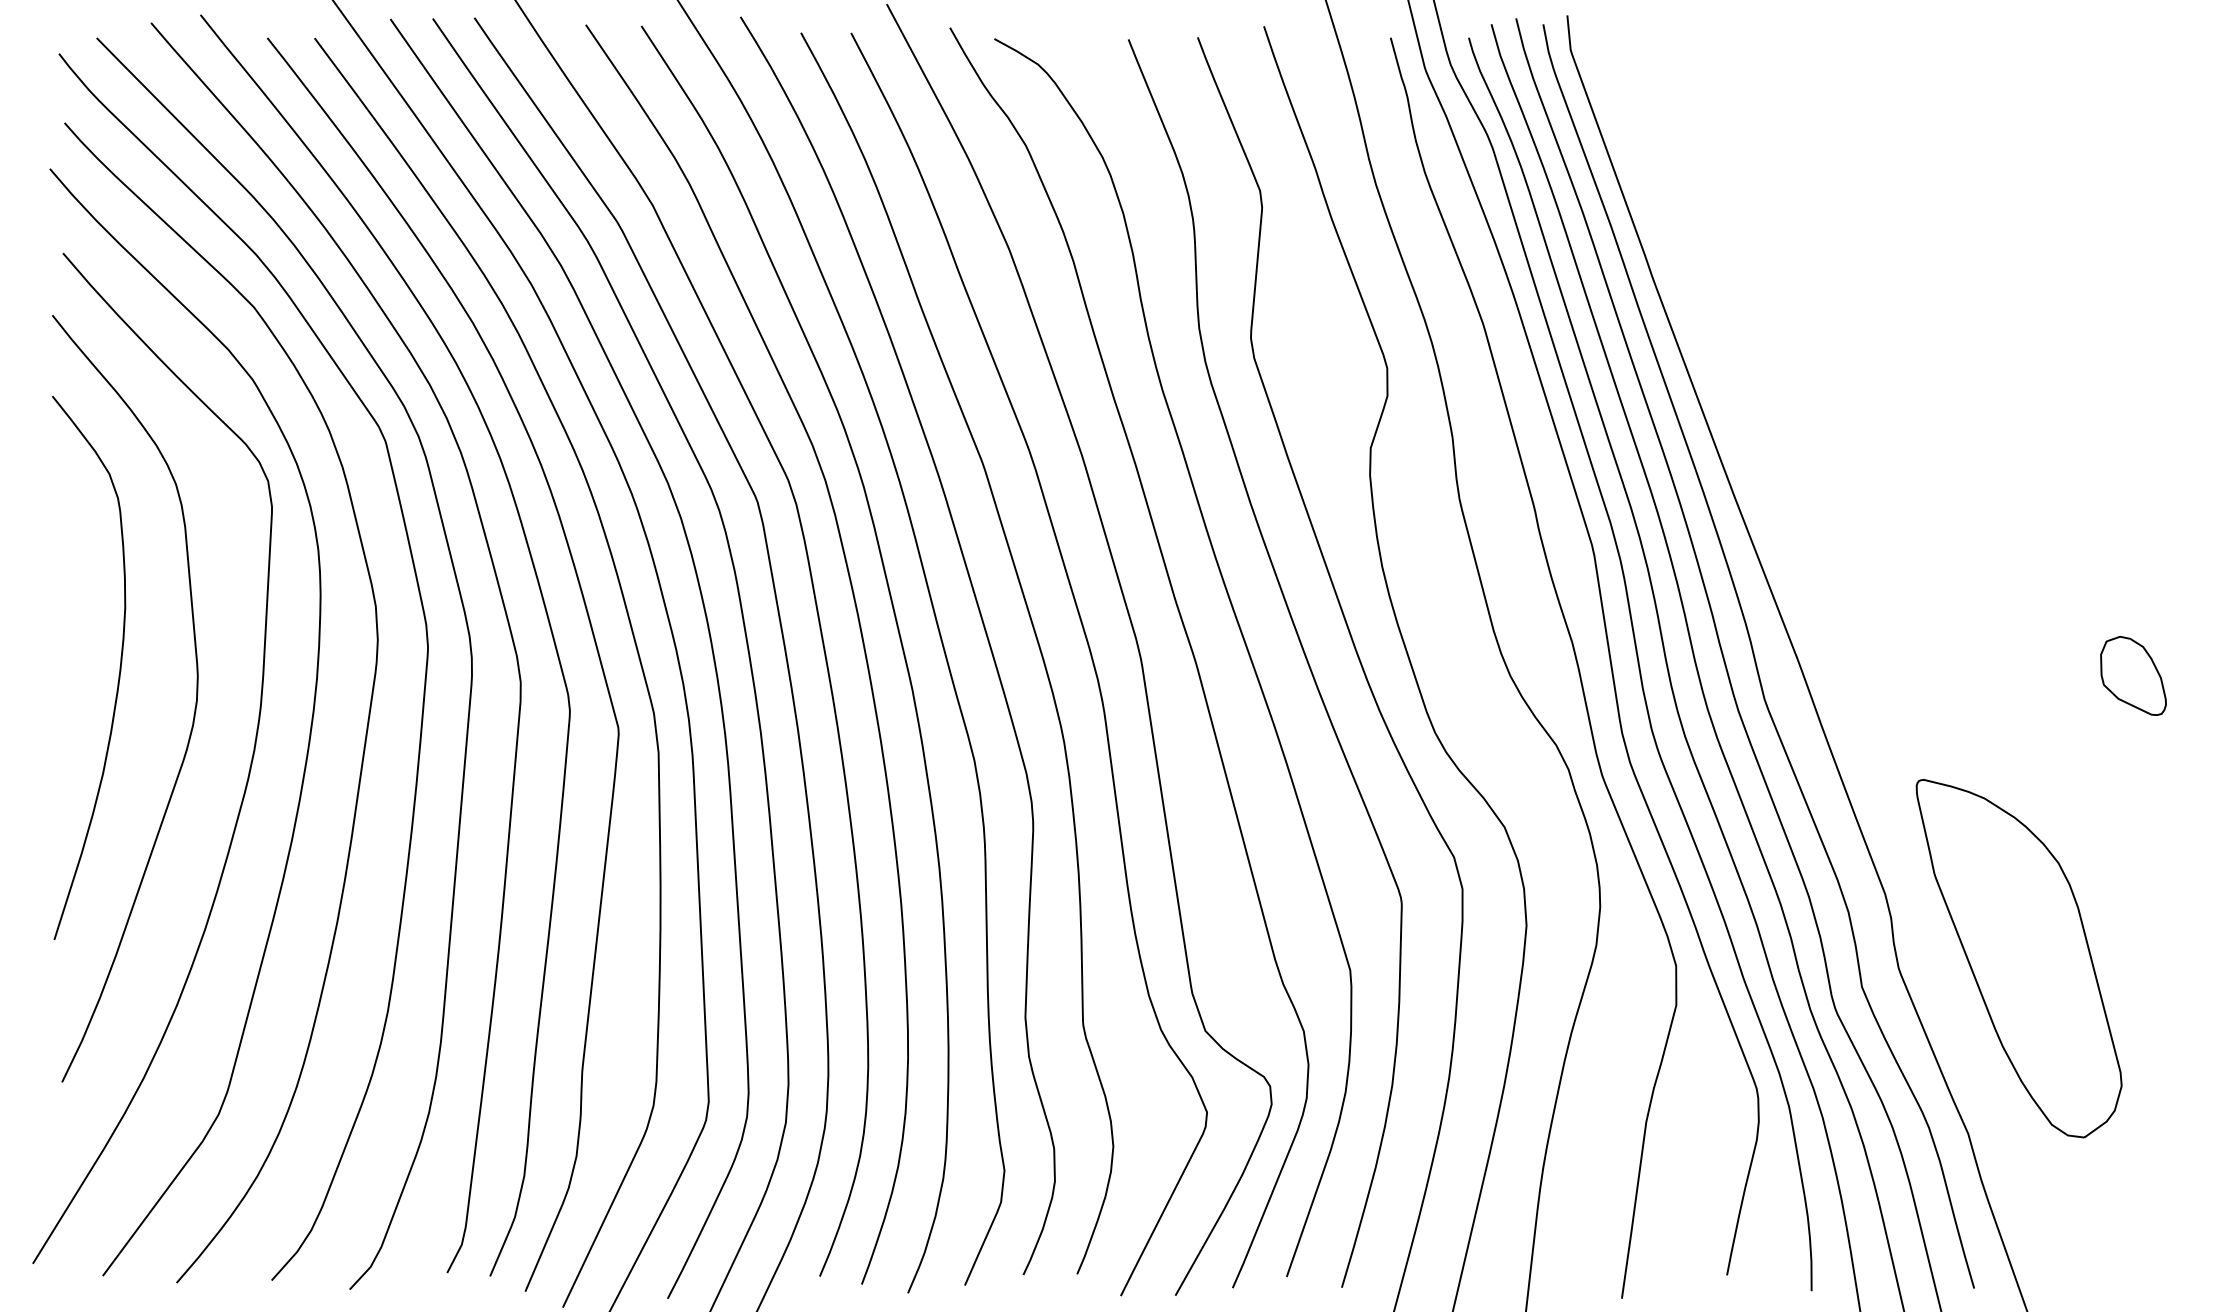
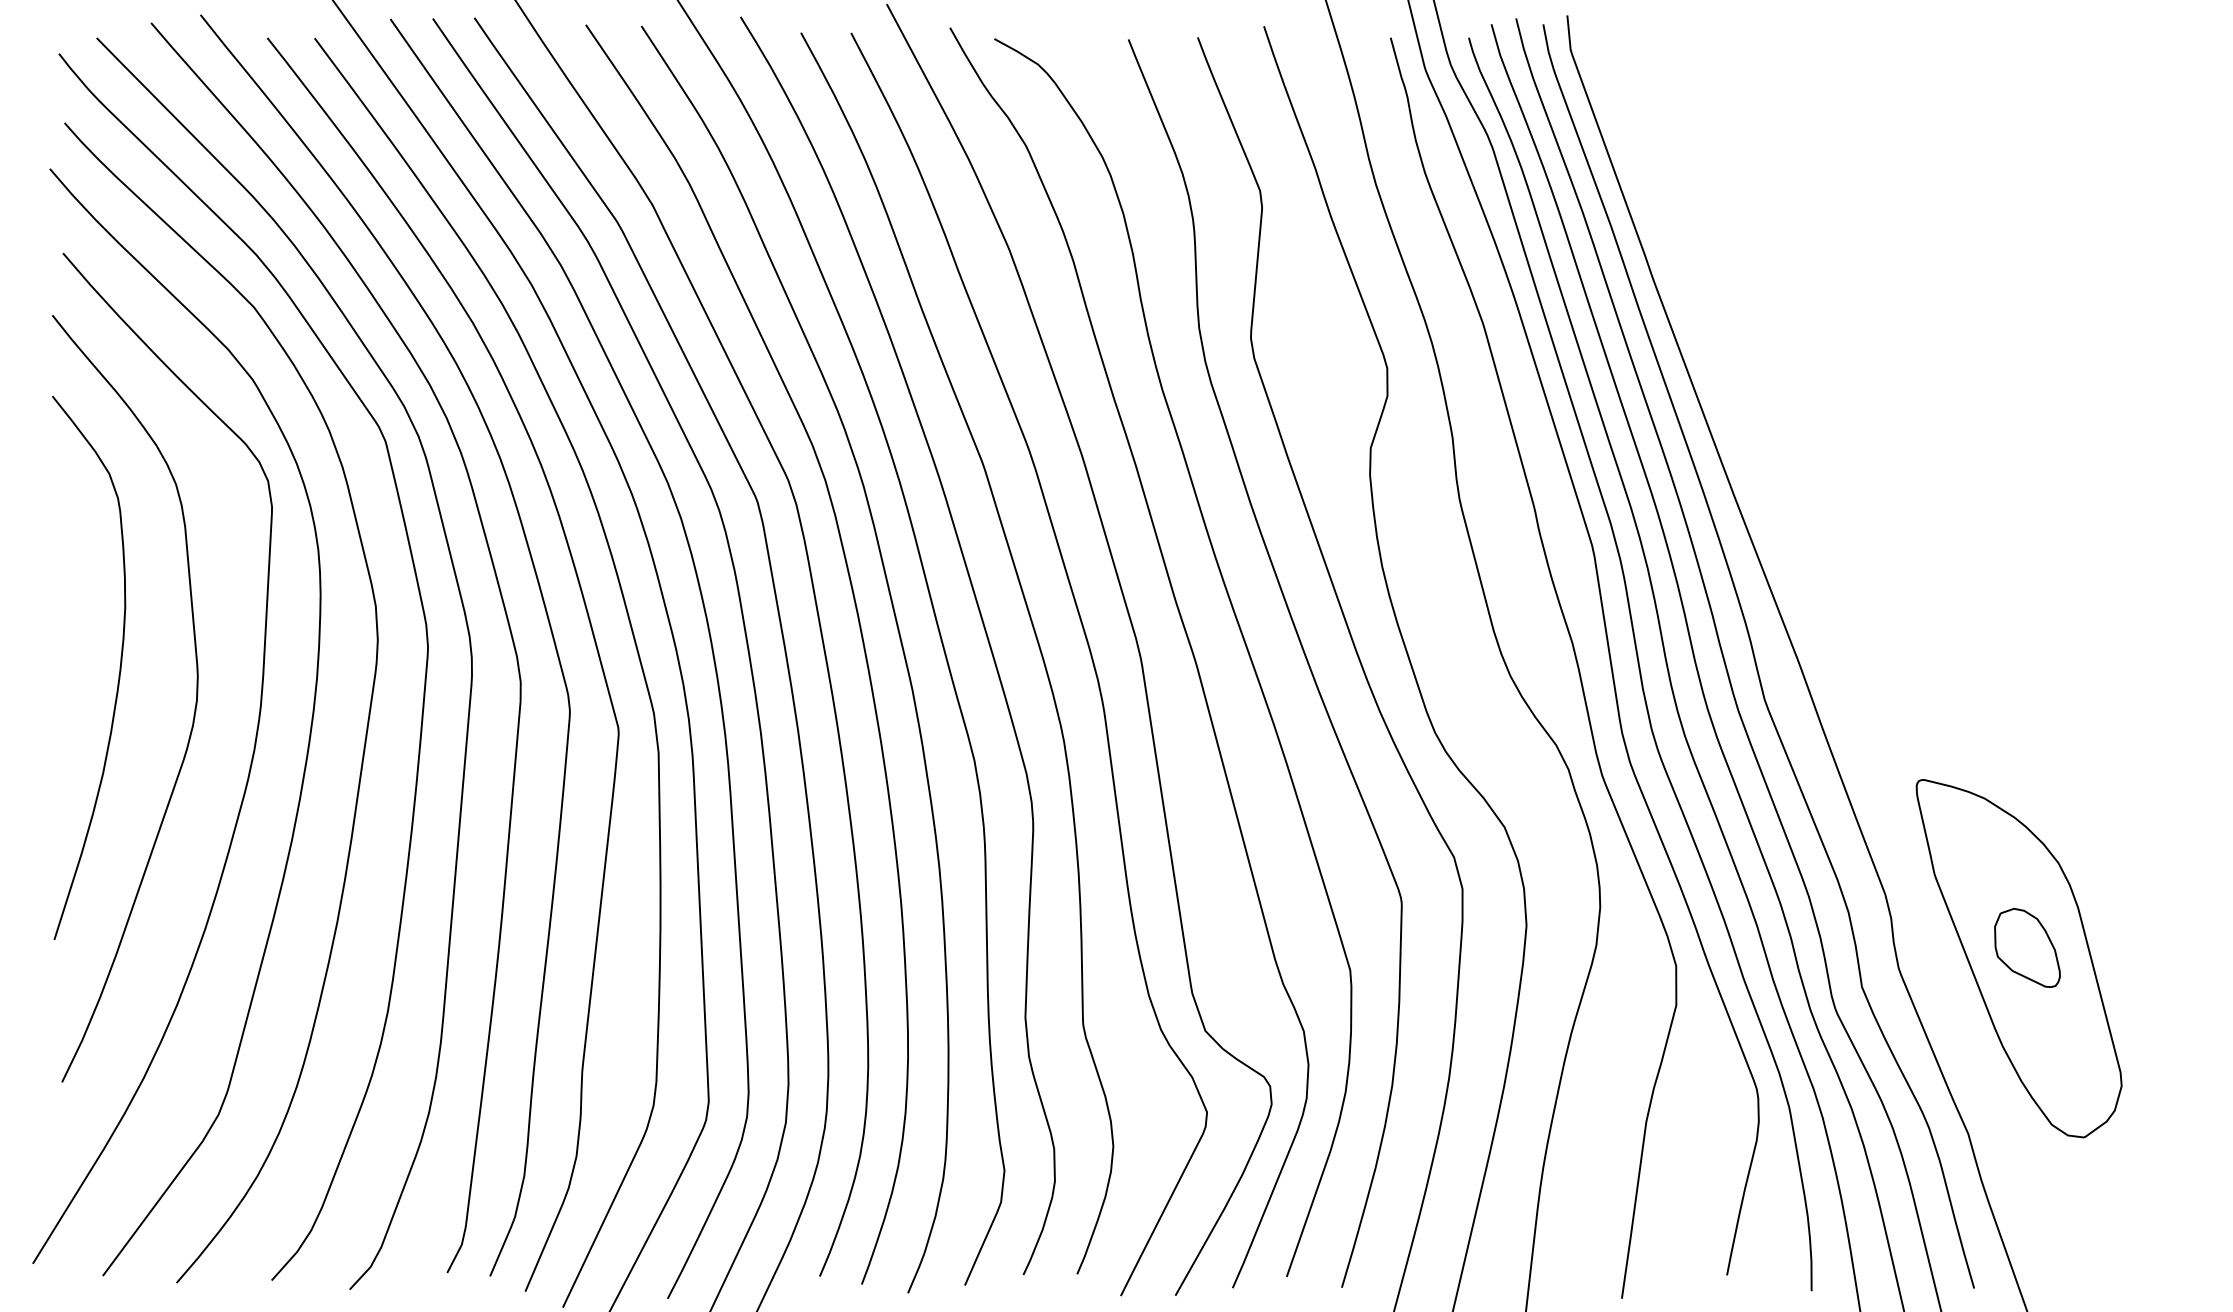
part at (2133, 675) position: (2133, 675) -> (2027, 947)
